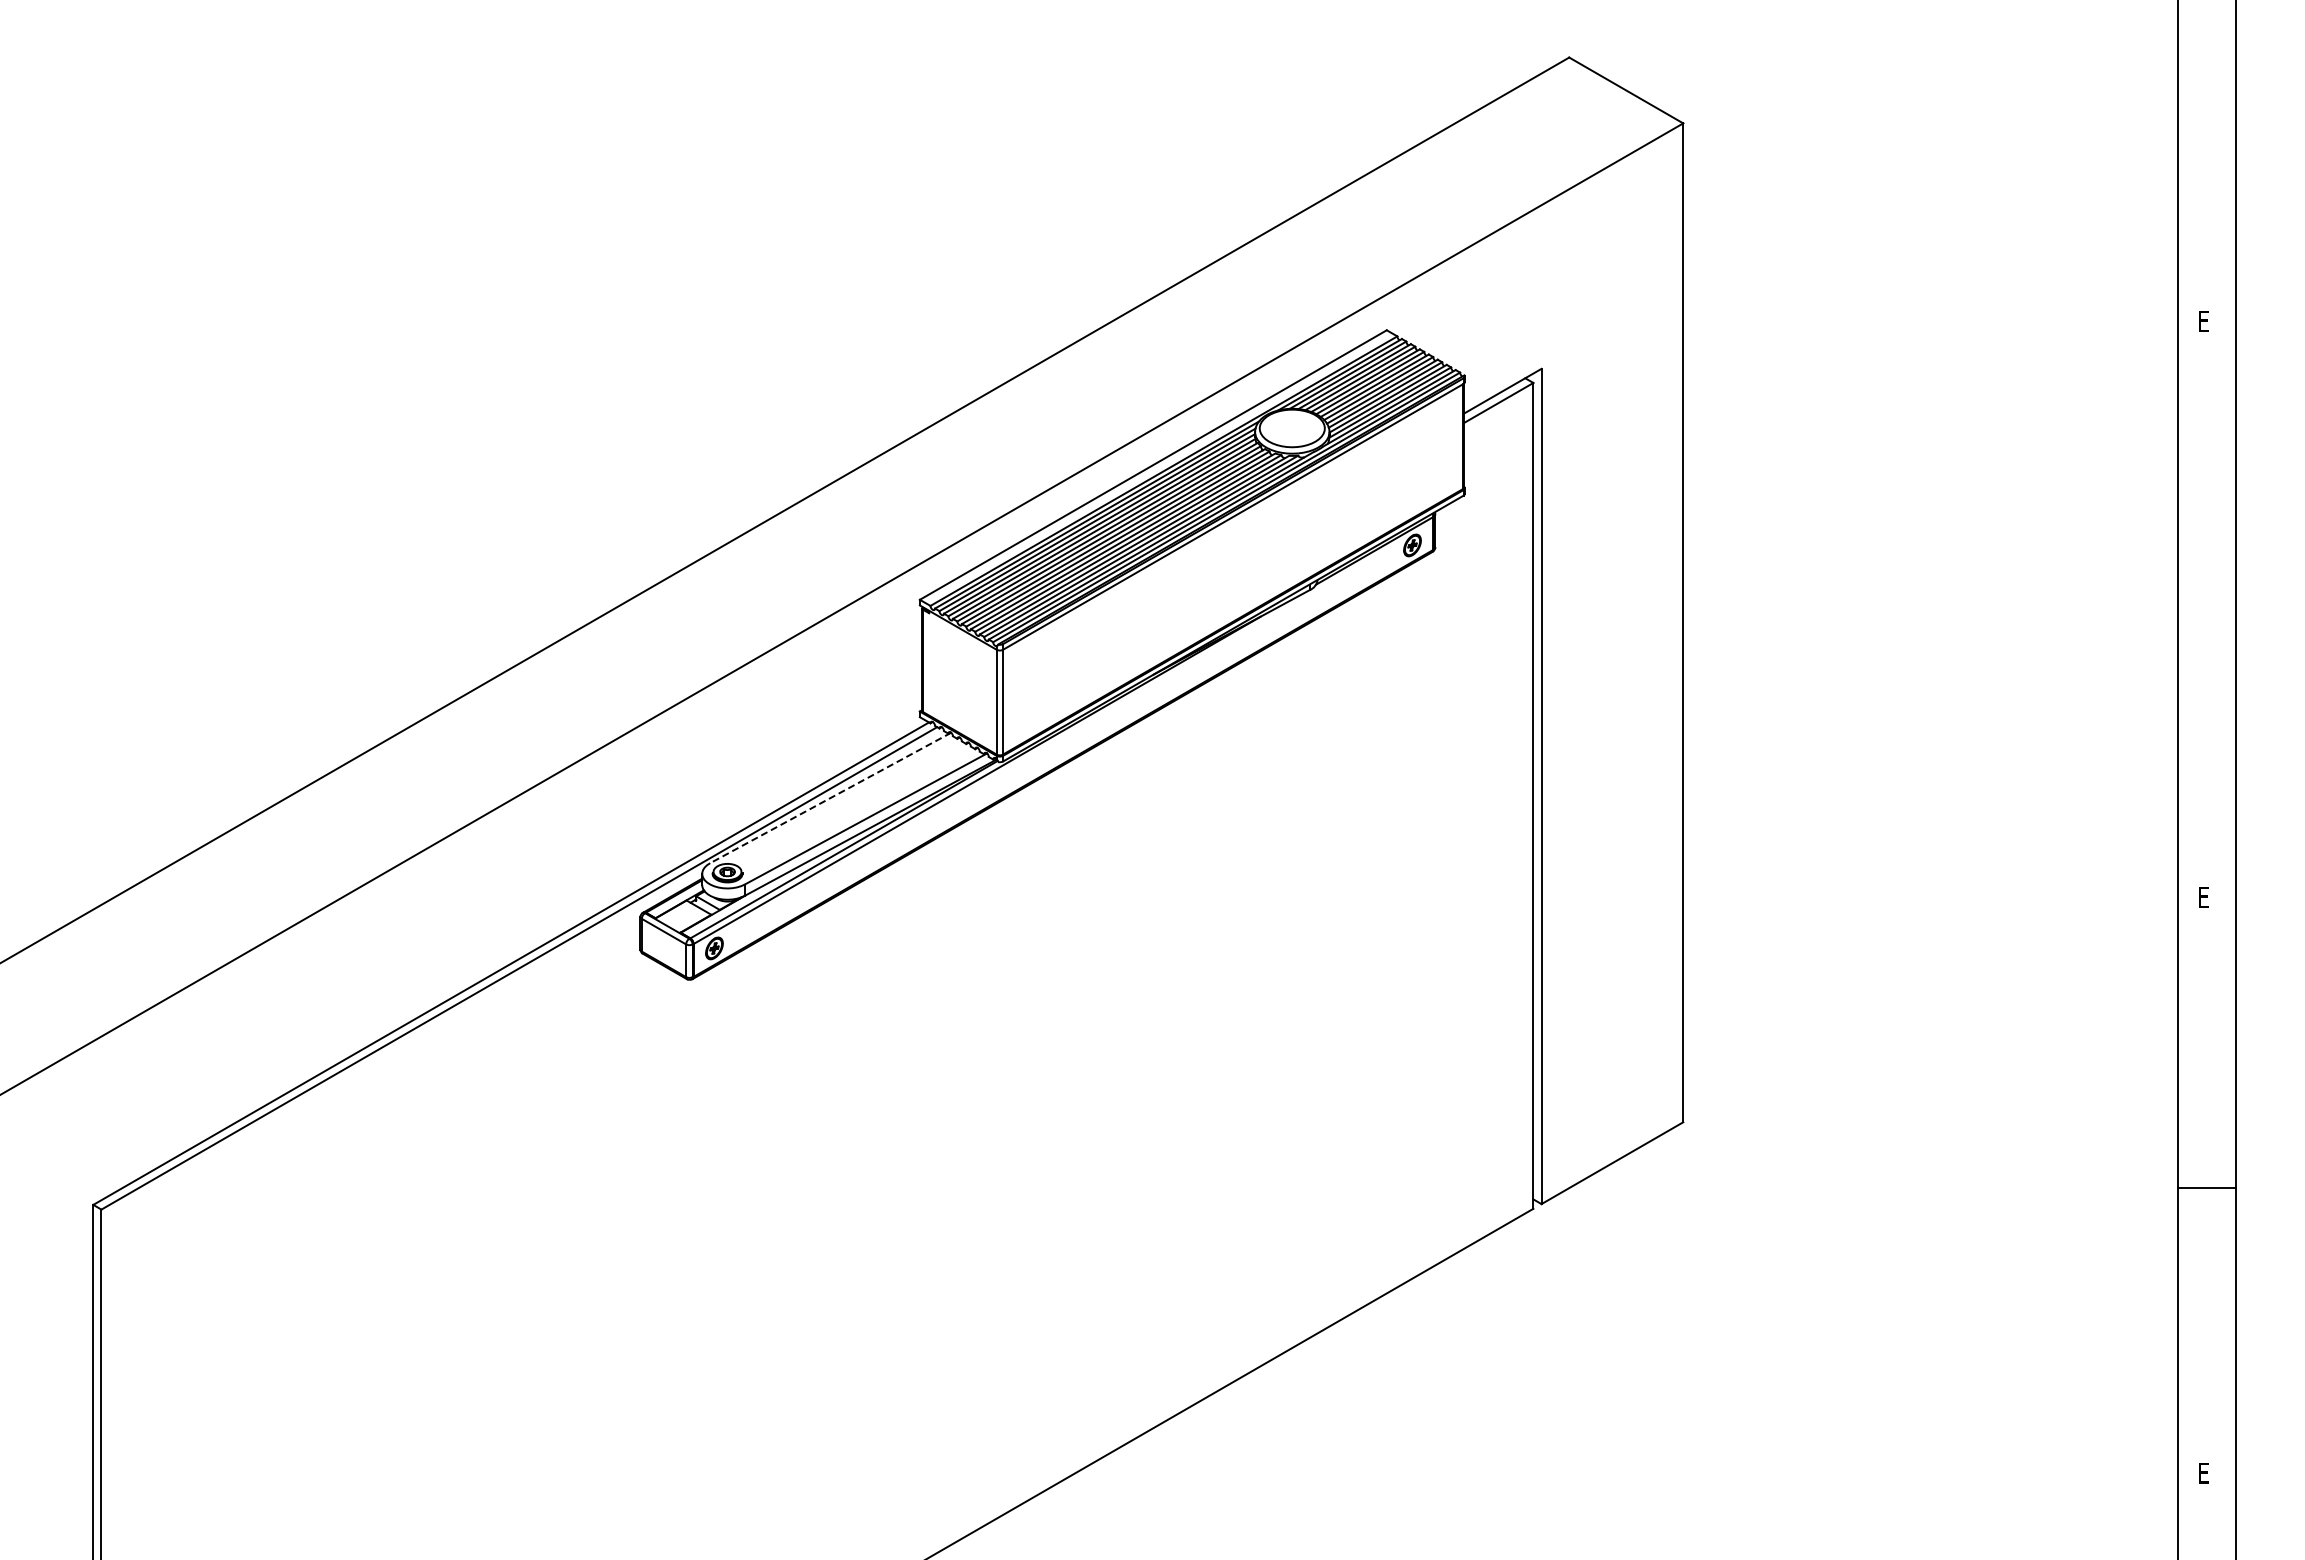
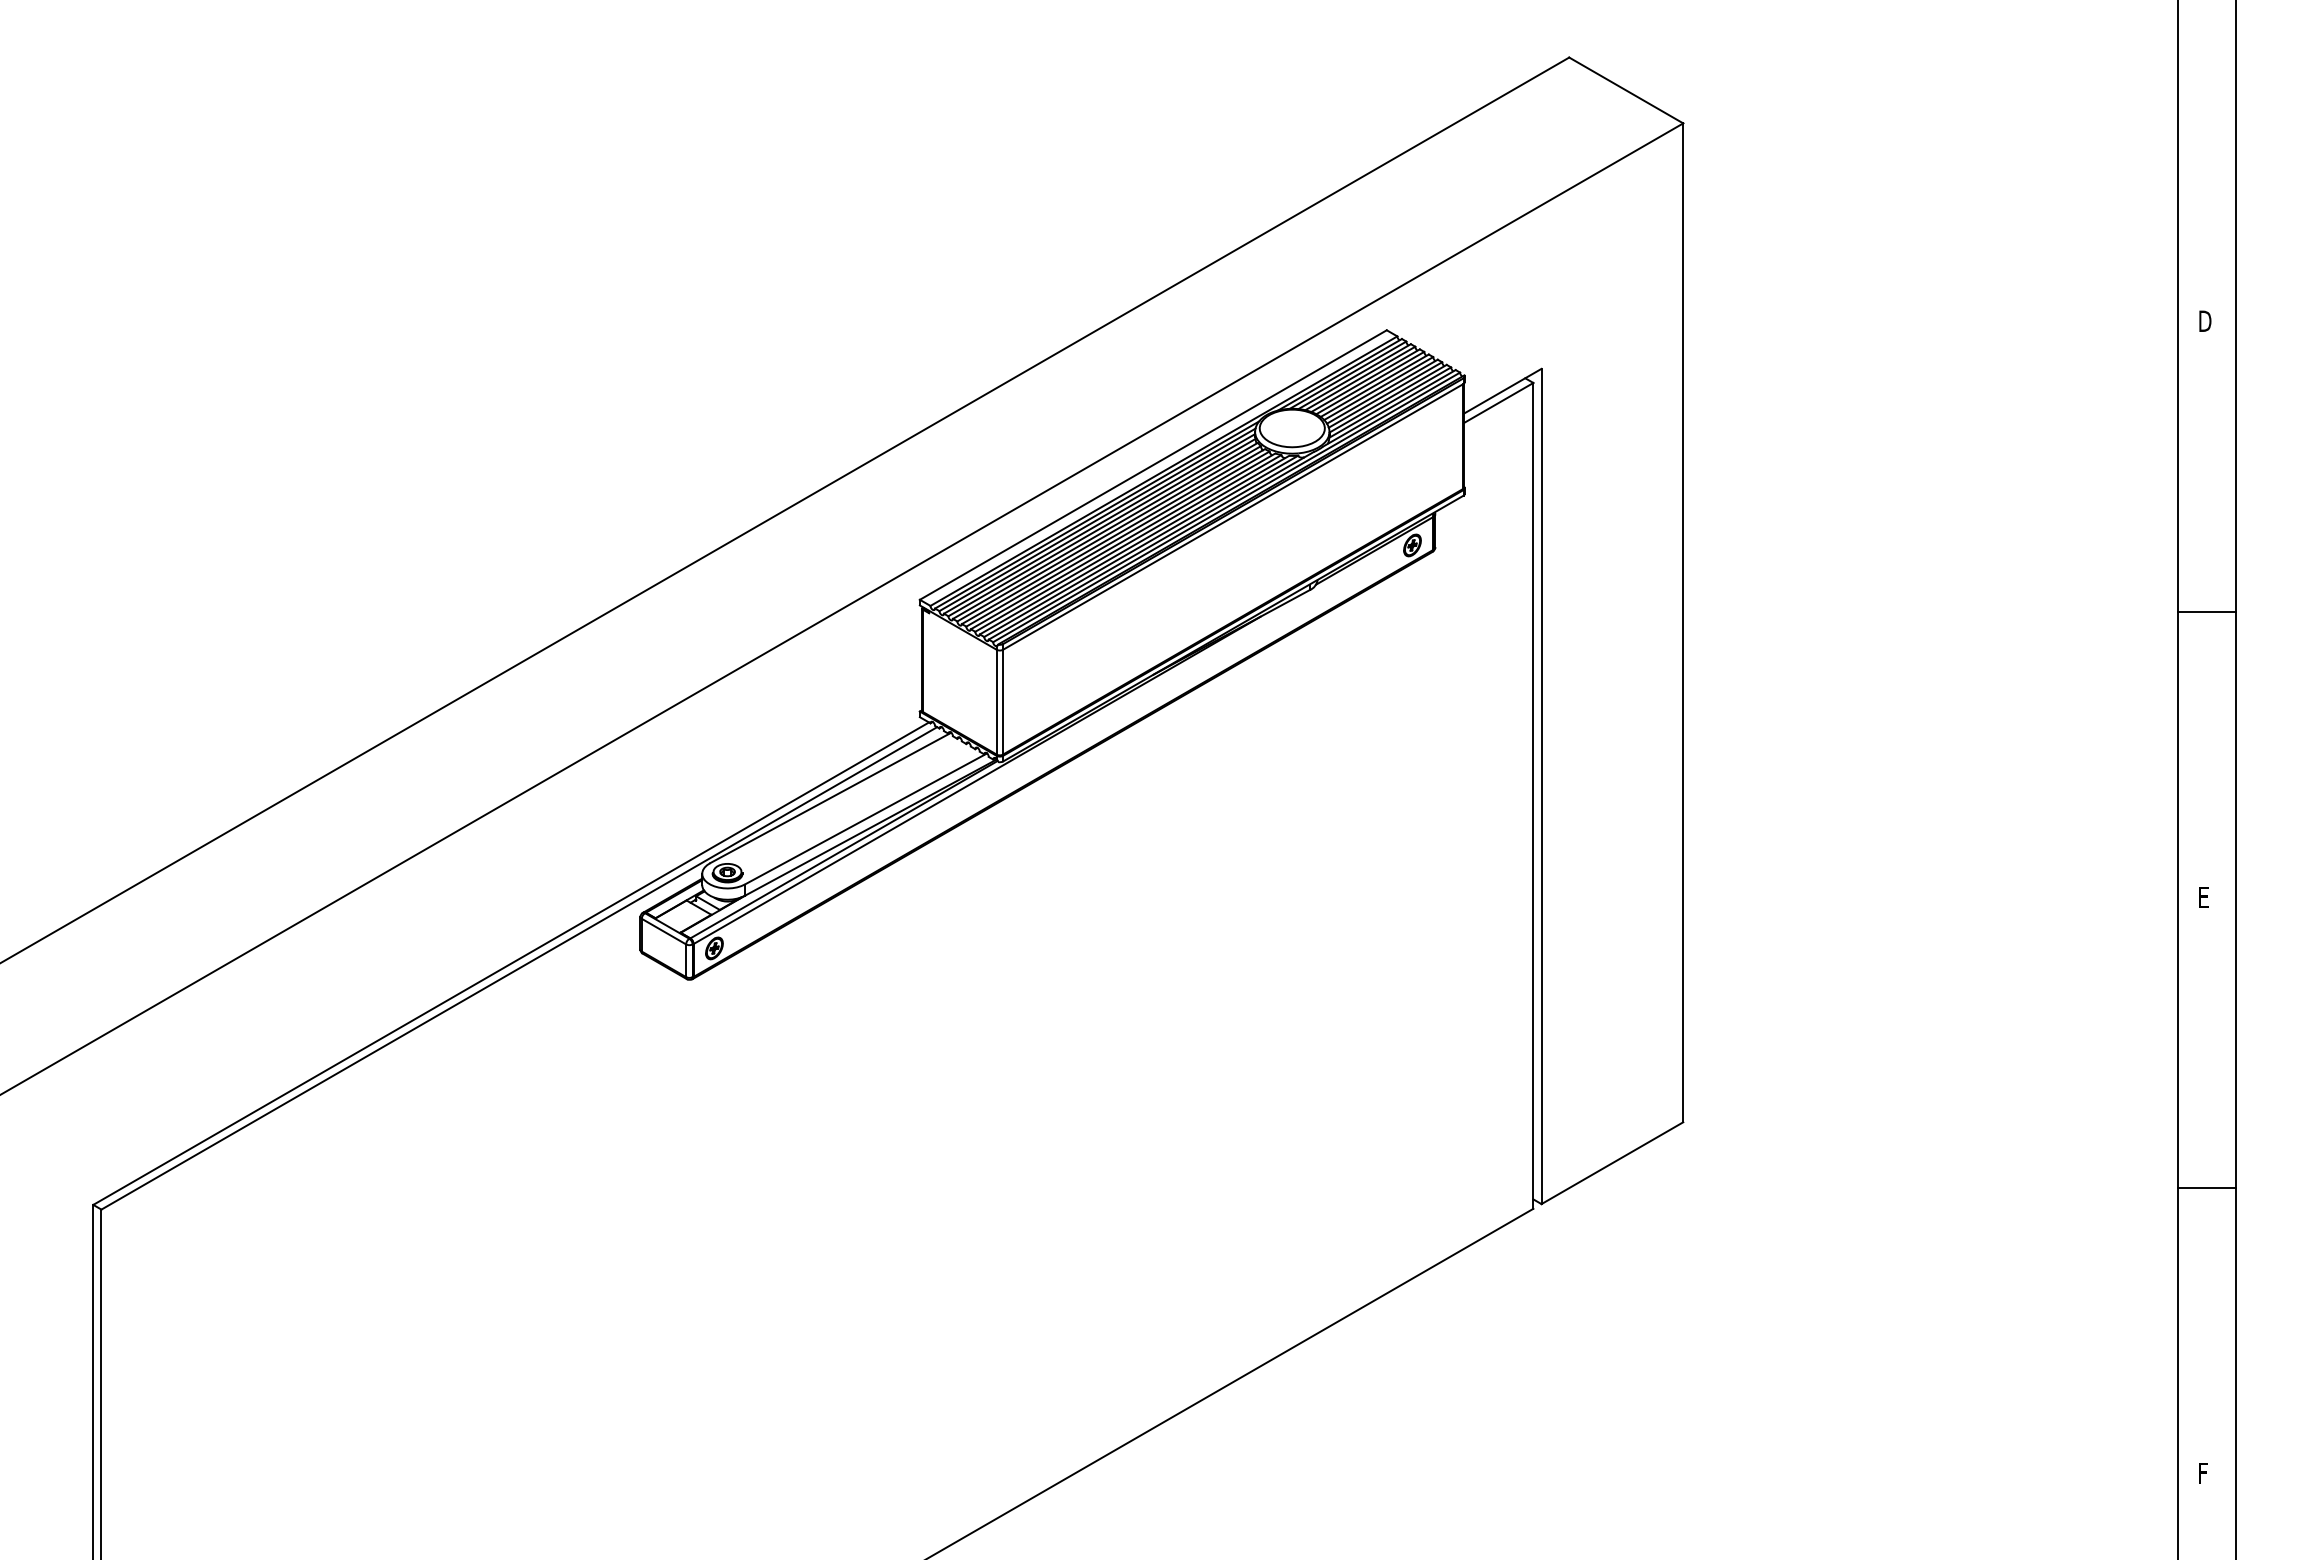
text at (2205, 320): E -> D
line at (2206, 612): none -> present
line at (830, 798): dashed -> solid
text at (2204, 1473): E -> F
